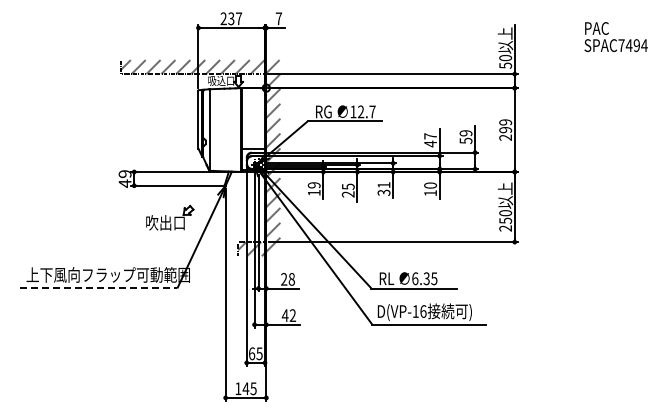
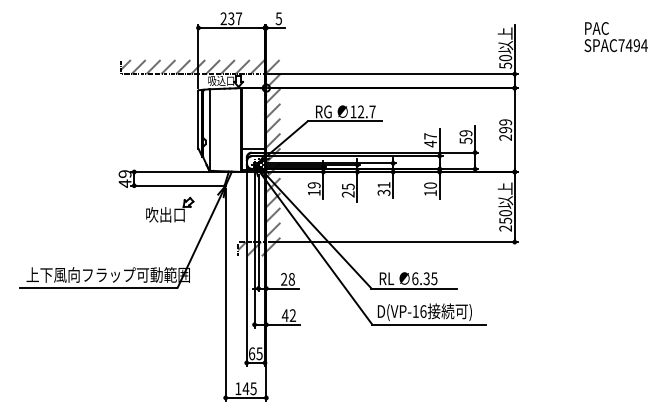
text at (278, 18): 7 -> 5
part at (170, 217) position: (170, 217) -> (170, 209)
line at (98, 288): dashed -> solid
